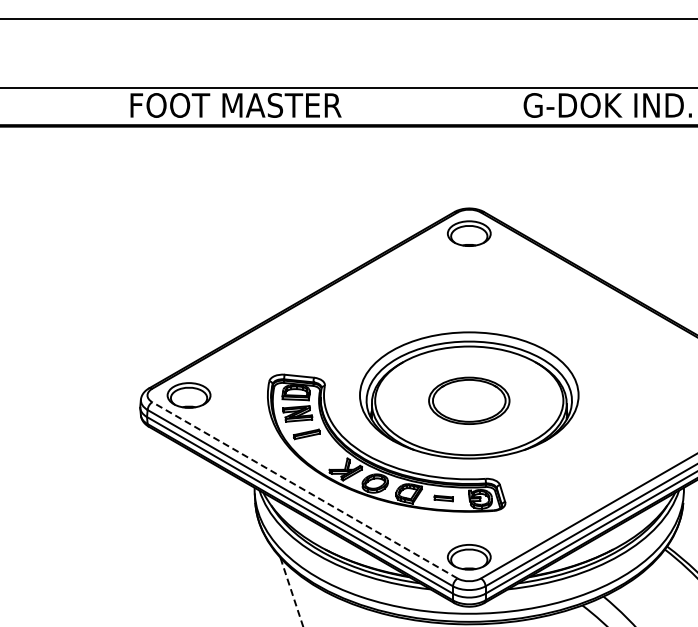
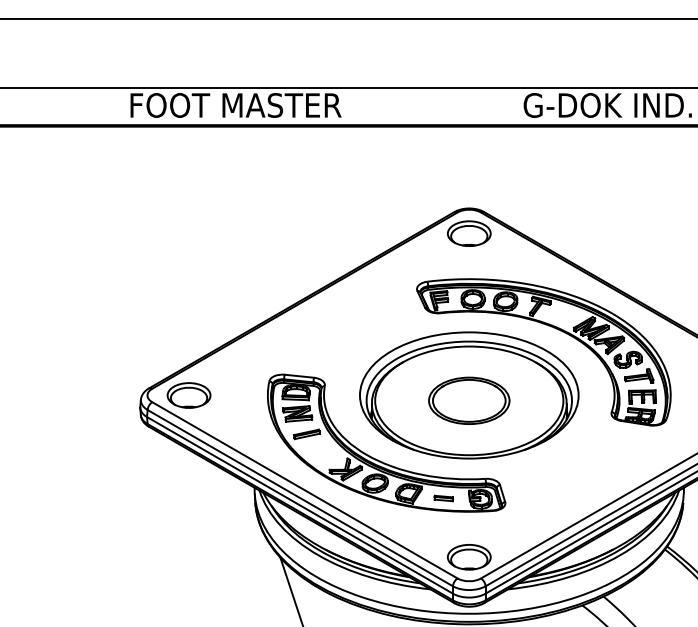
part at (553, 328): none -> present
line at (304, 490): dashed -> solid
line at (292, 592): dashed -> solid
